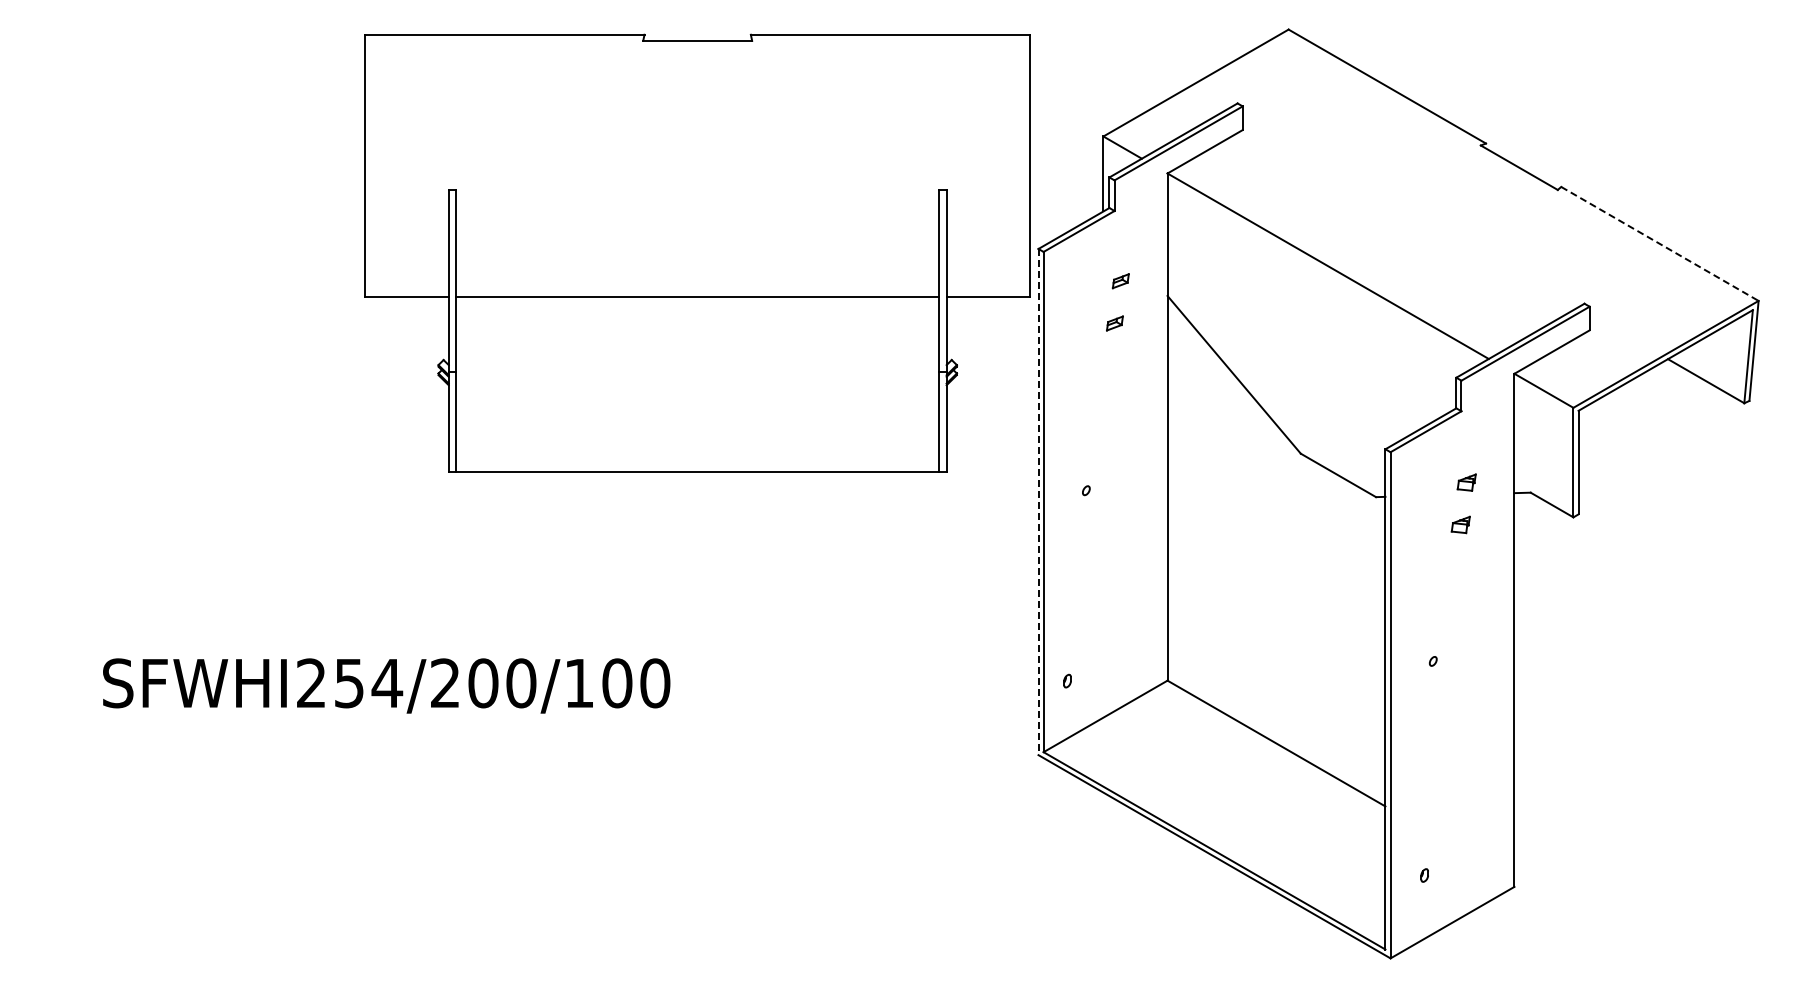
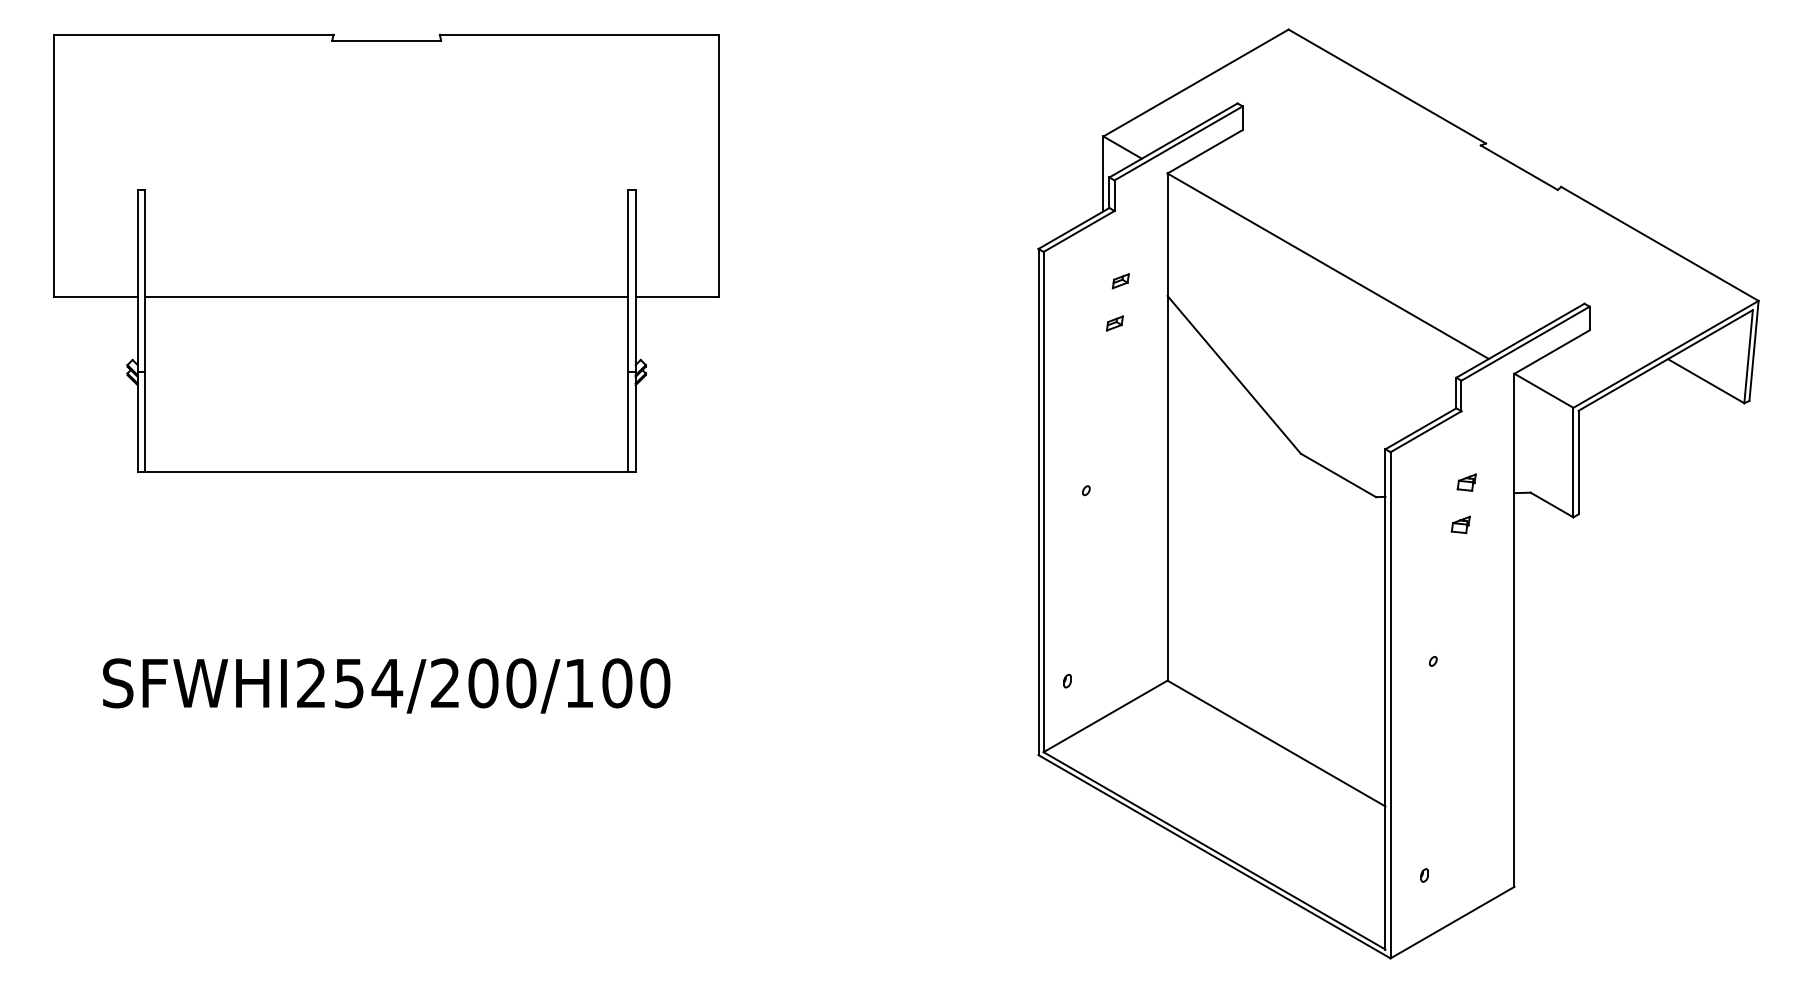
line at (1659, 243): dashed -> solid
part at (697, 252) position: (697, 252) -> (386, 252)
line at (1038, 502): dashed -> solid
